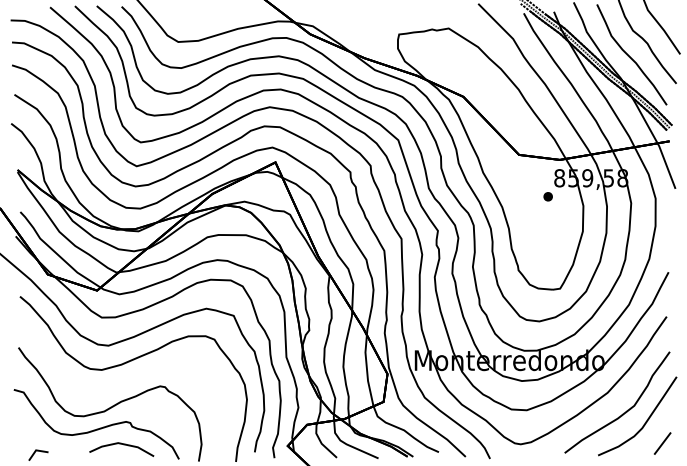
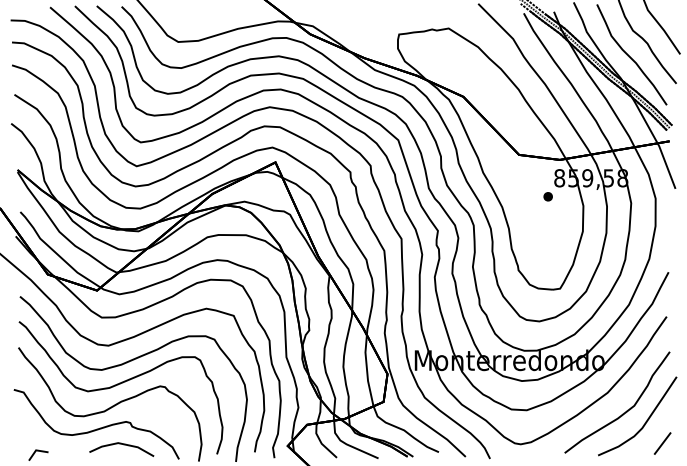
part at (120, 387): none -> present
